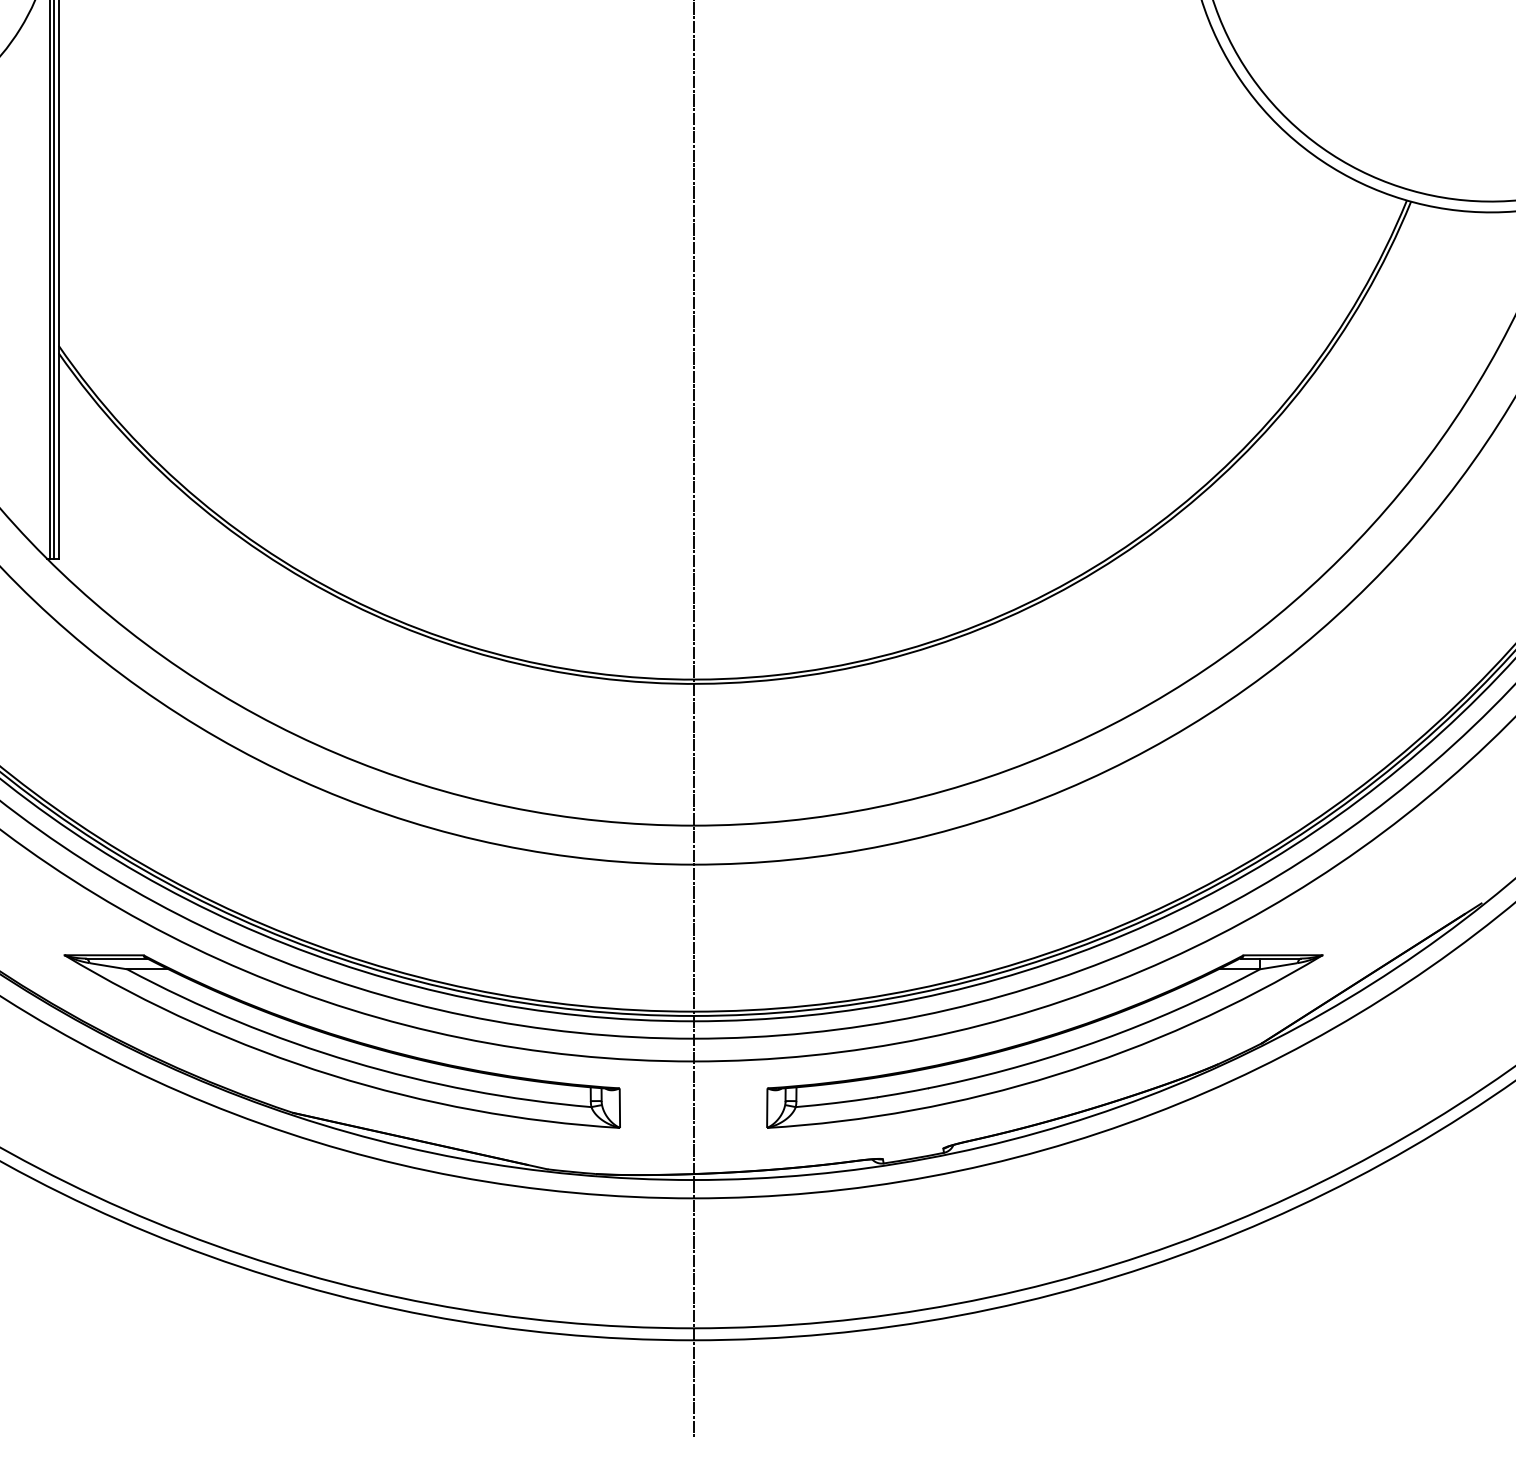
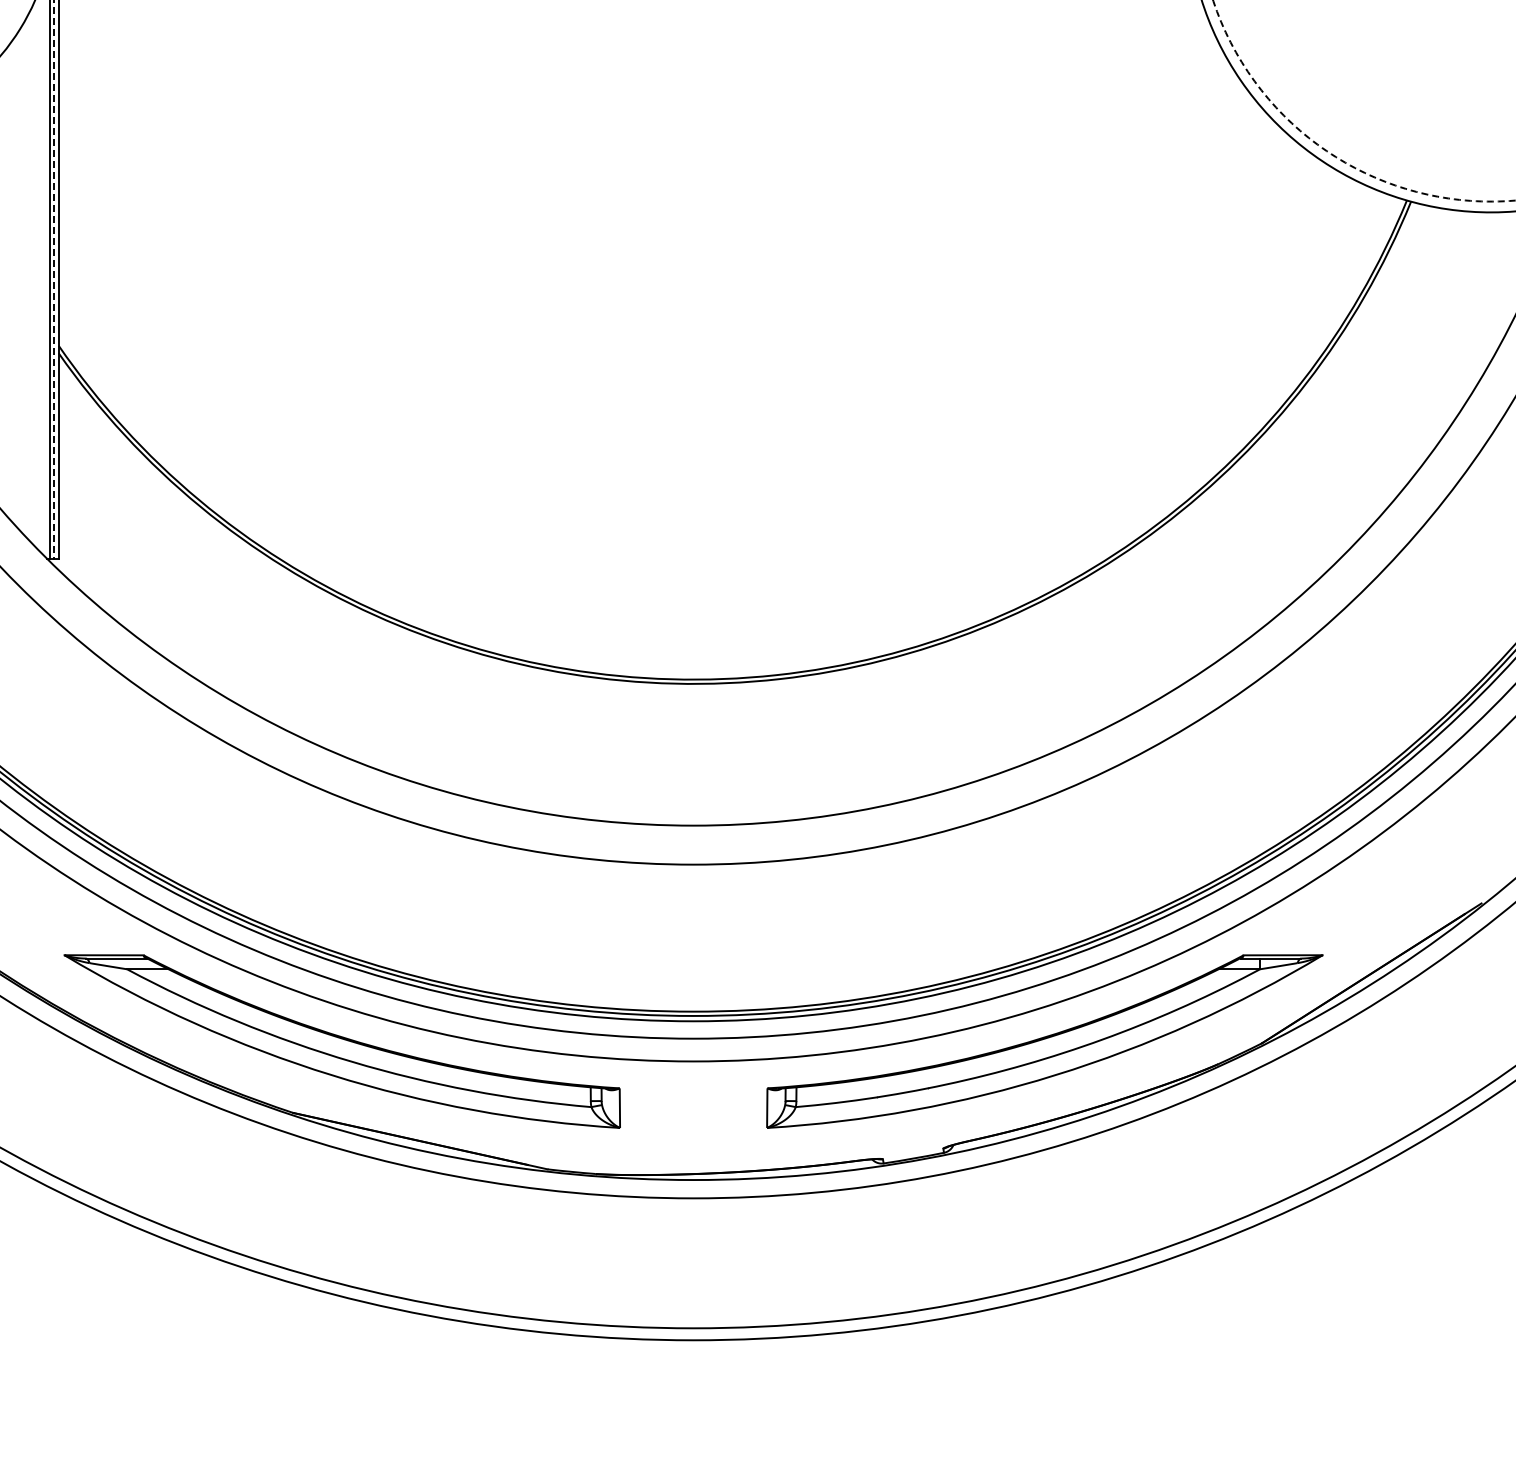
arc at (1328, 152): solid -> dashed
line at (54, 280): solid -> dashed
line at (693, 719): present -> none
